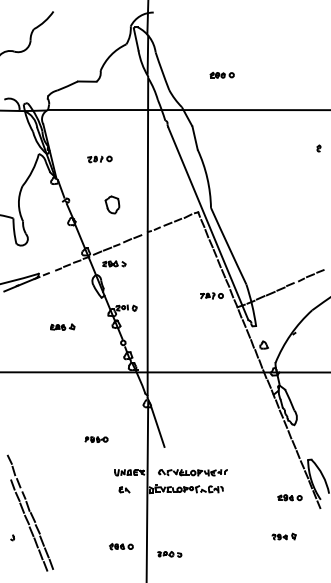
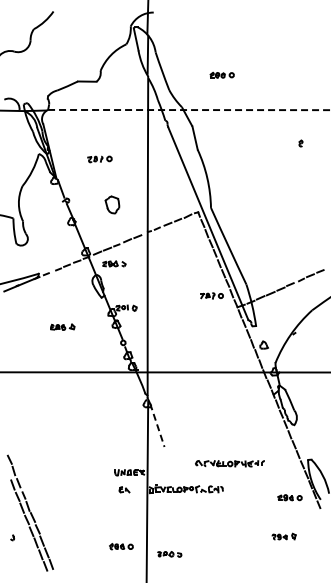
line at (189, 110): solid -> dashed
part at (318, 148) position: (318, 148) -> (300, 143)
line at (157, 425): solid -> dashed
part at (96, 439): present -> none
part at (192, 472) position: (192, 472) -> (229, 463)
